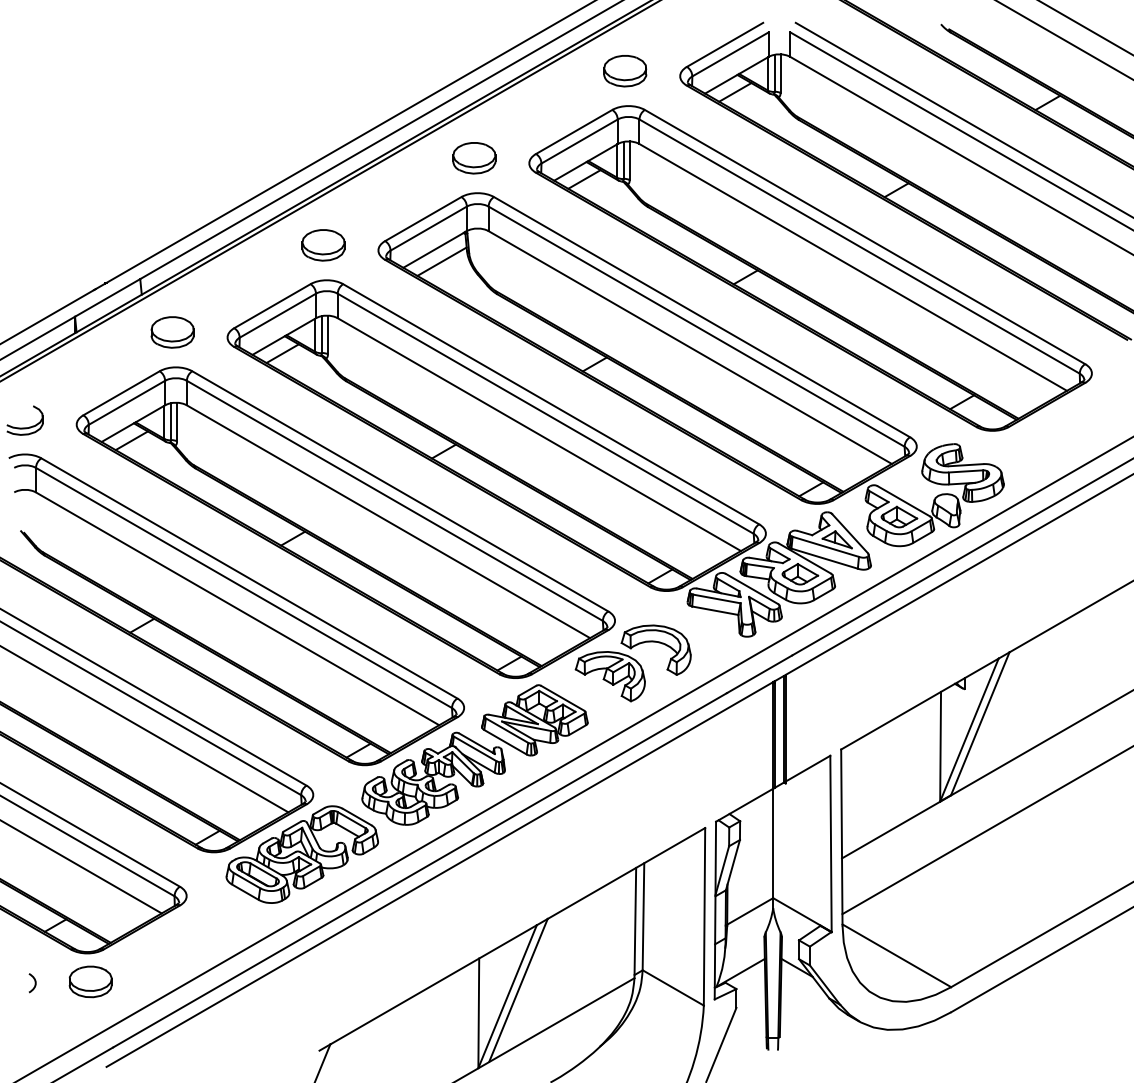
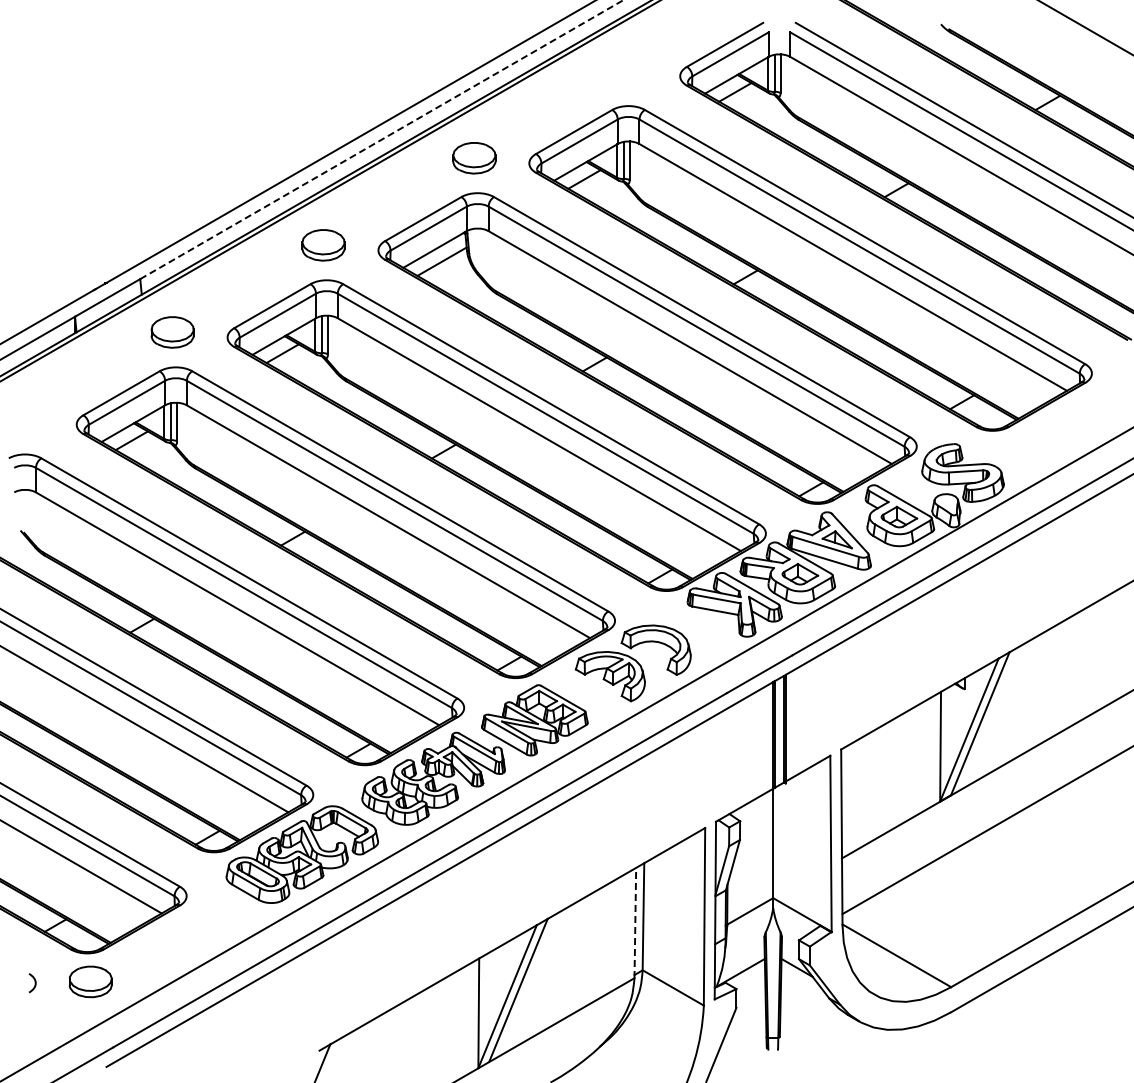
line at (1064, 40): present -> none
part at (625, 71): present -> none
line at (381, 139): solid -> dashed
part at (24, 427): present -> none
line at (575, 758) position: (575, 758) -> (567, 754)
line at (635, 922): solid -> dashed
